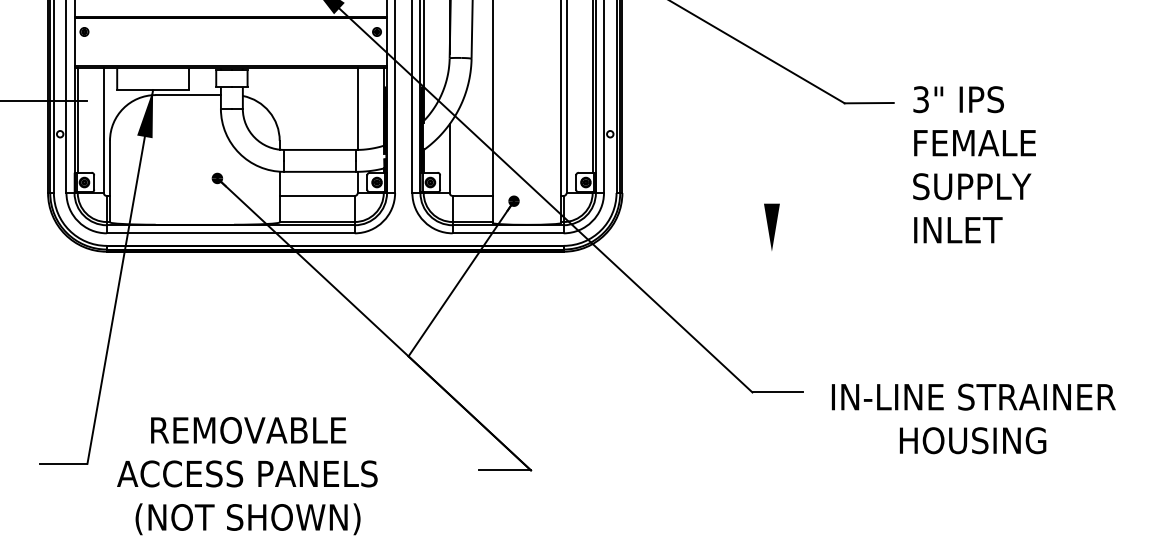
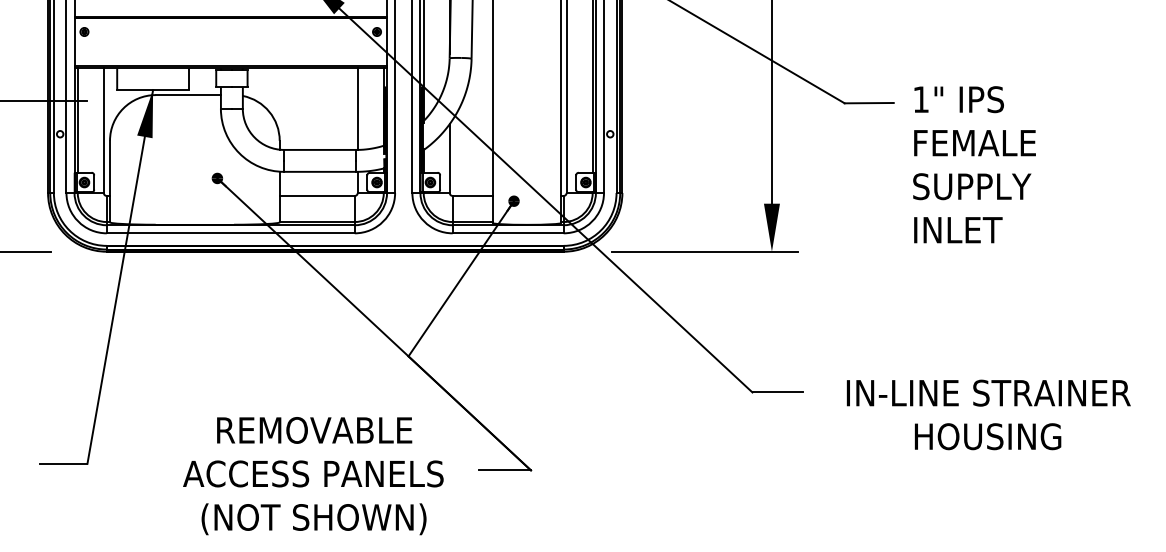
text at (920, 99): 3" -> 1"
line at (771, 102): none -> present
line at (704, 251): none -> present
line at (26, 252): none -> present
text at (973, 418) position: (973, 418) -> (988, 414)
text at (247, 476) position: (247, 476) -> (313, 476)
